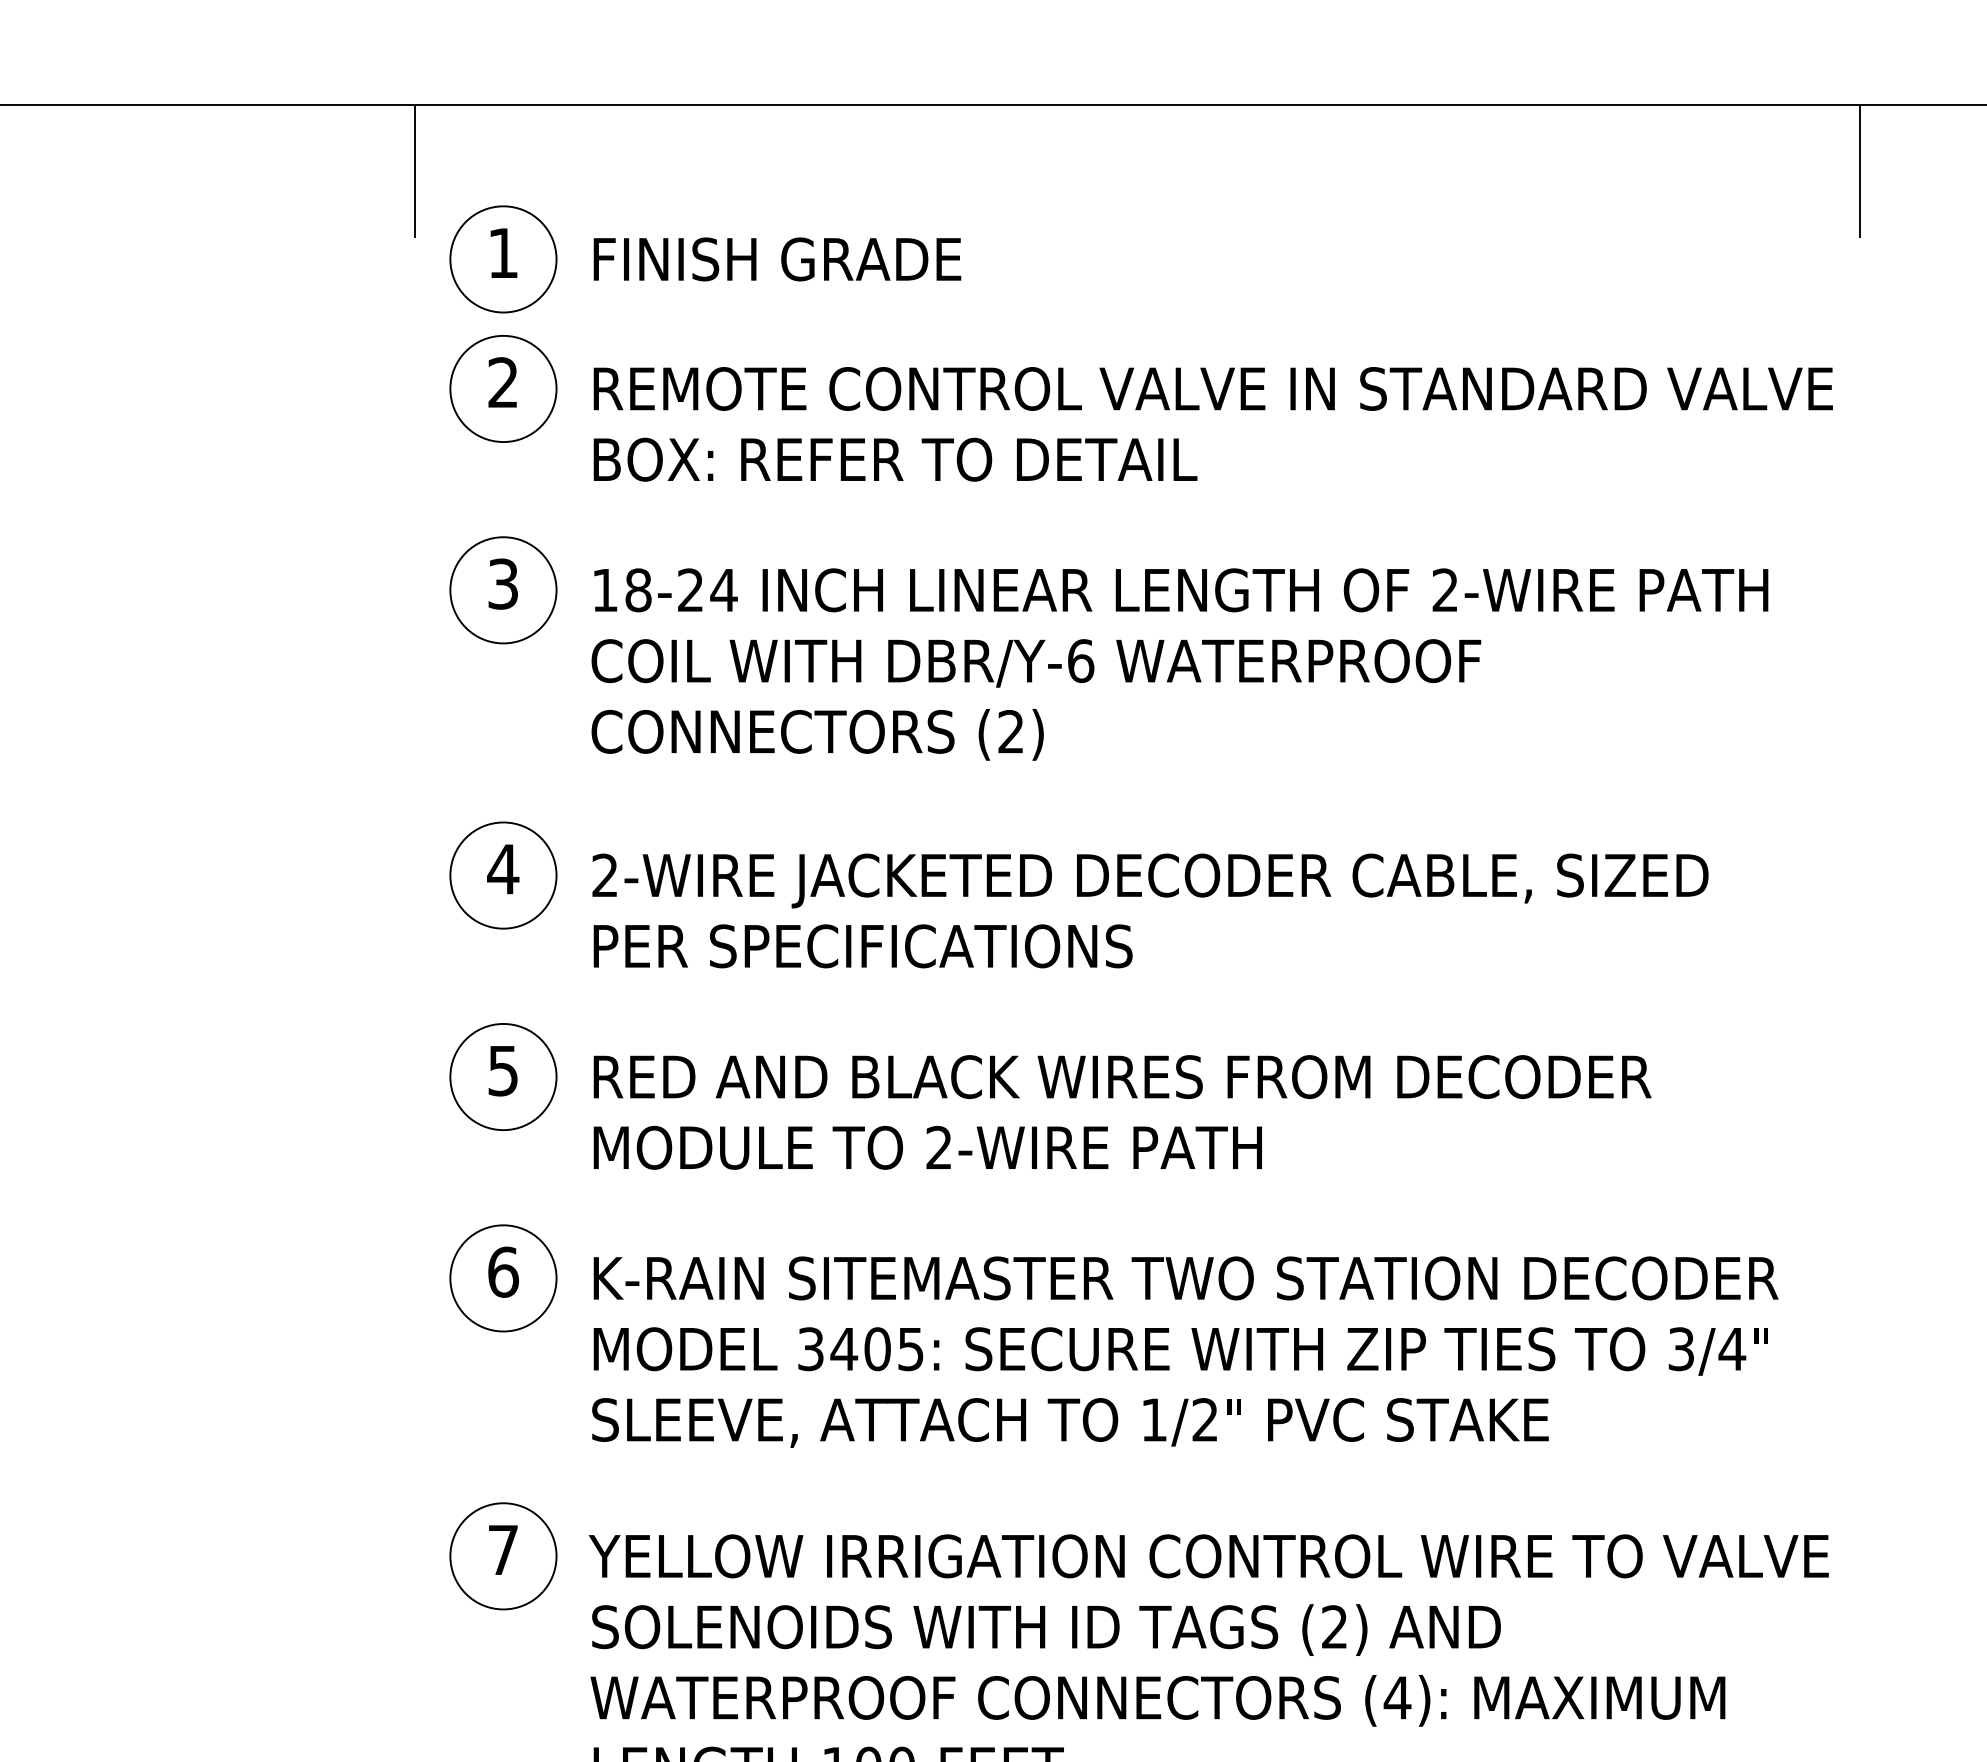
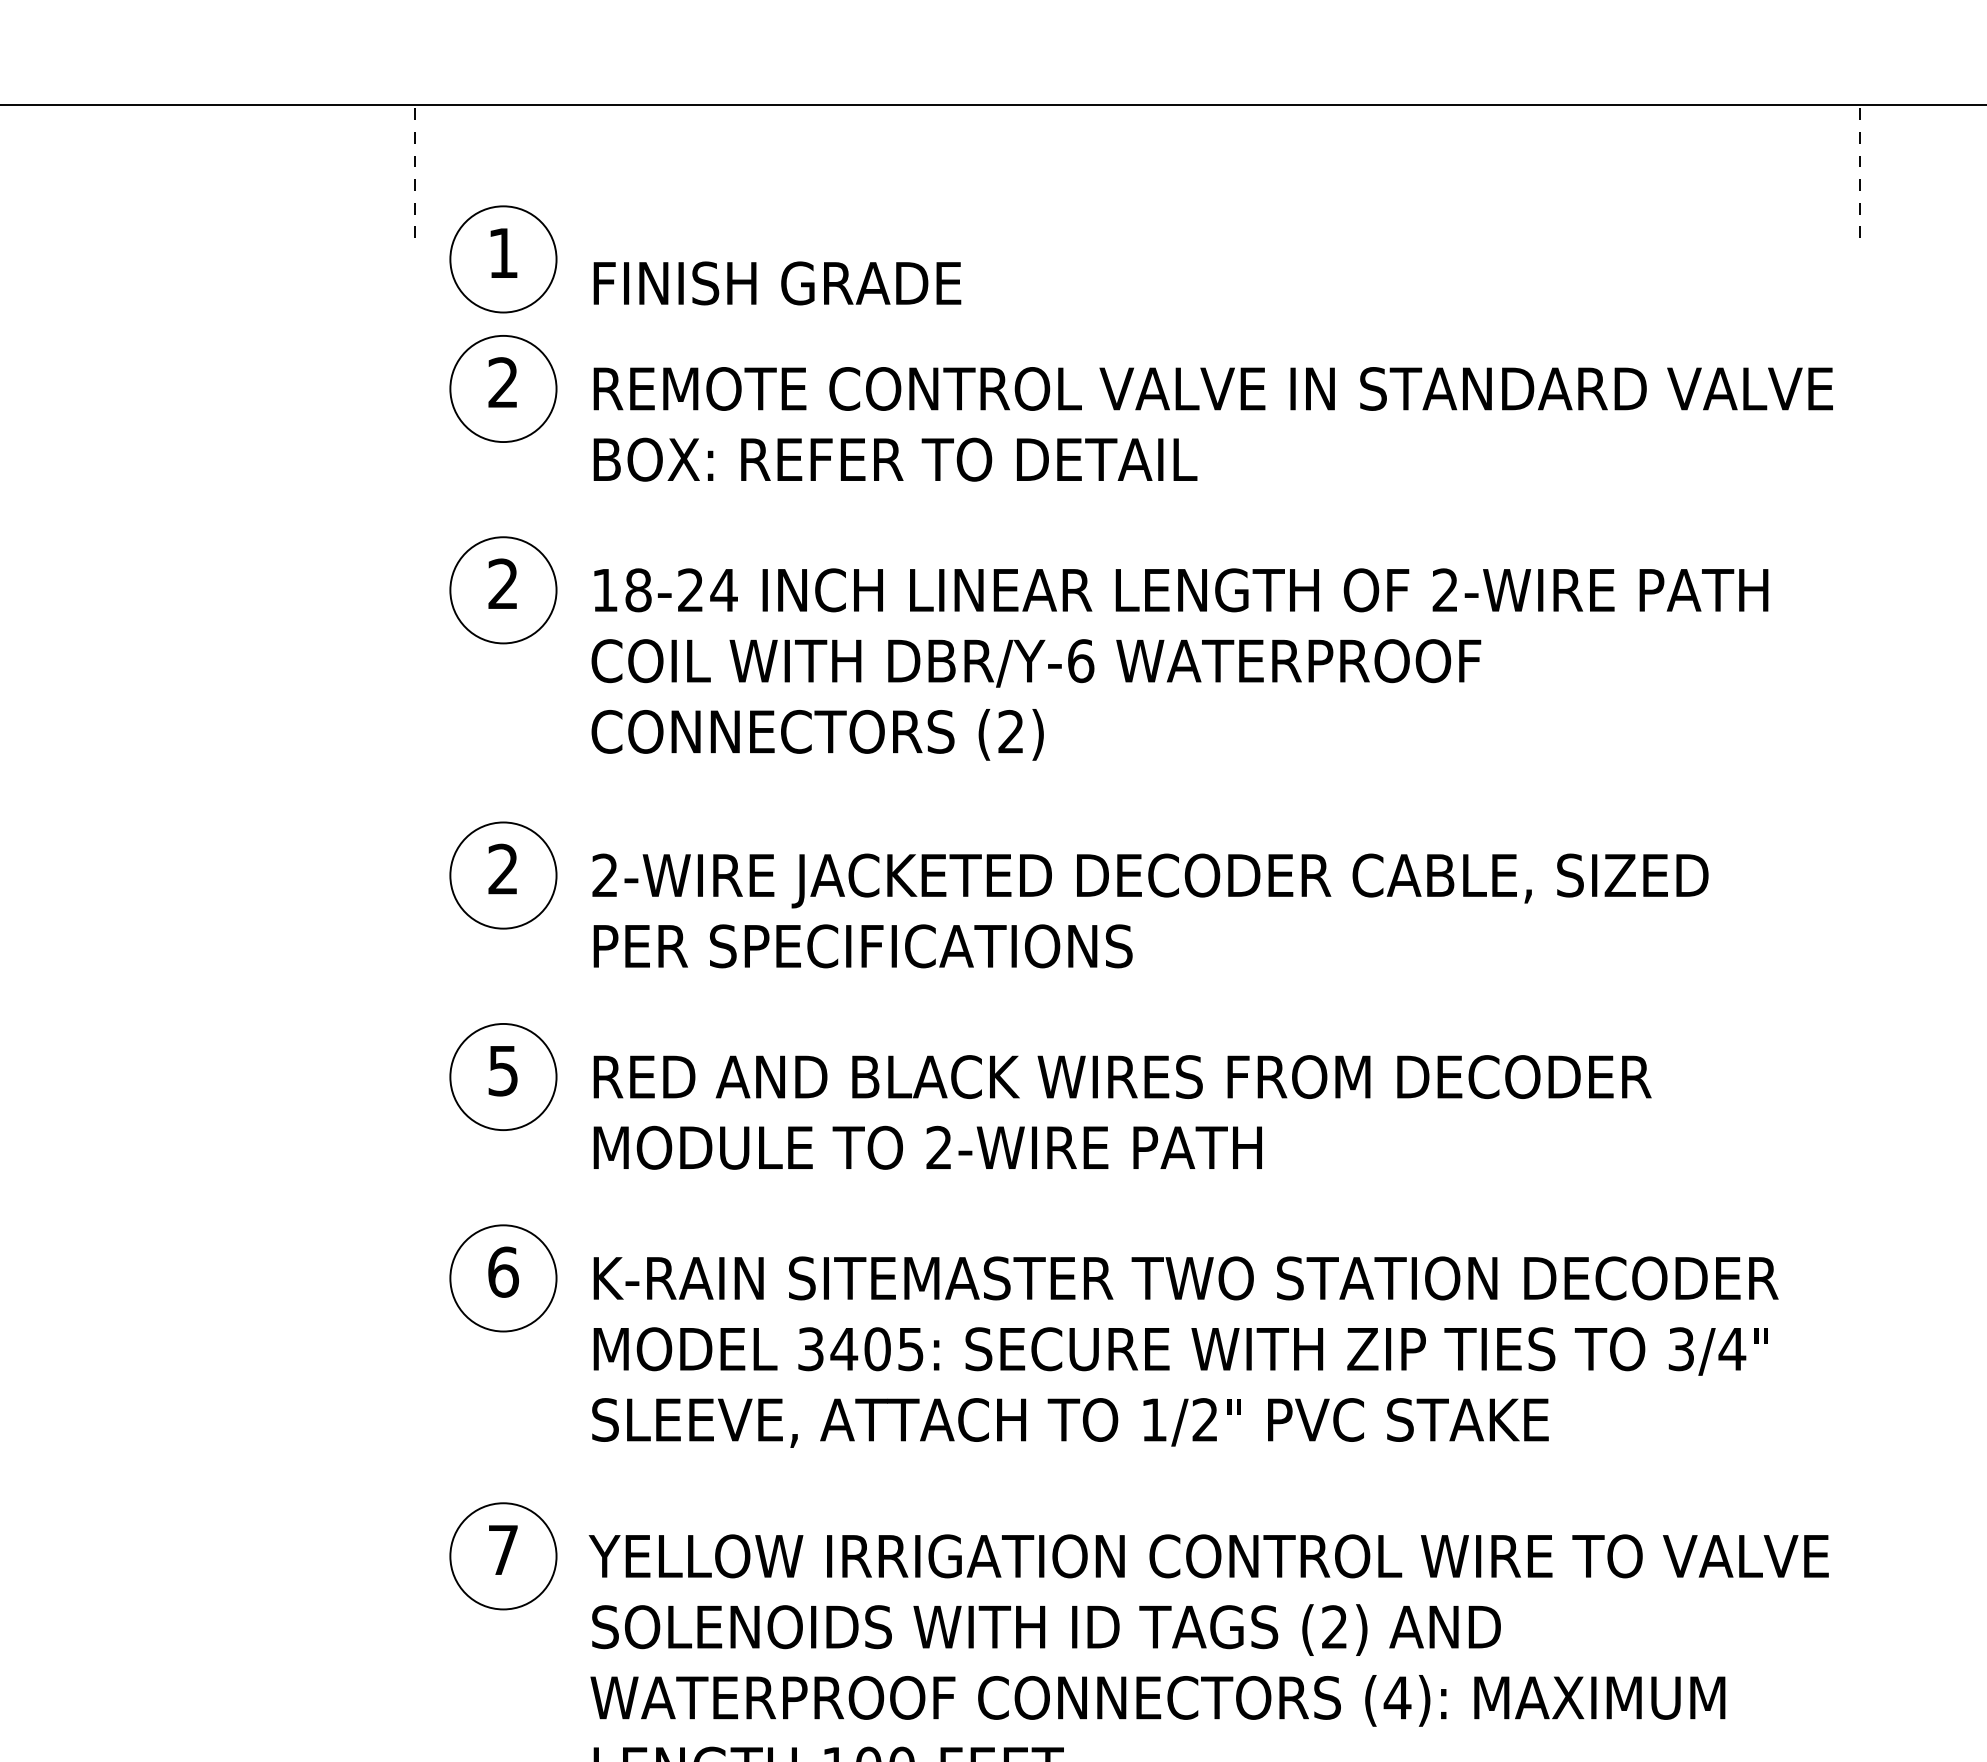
line at (414, 171): solid -> dashed
line at (1860, 171): solid -> dashed
text at (777, 259) position: (777, 259) -> (777, 283)
text at (502, 583): 3 -> 2
text at (503, 868): 4 -> 2
